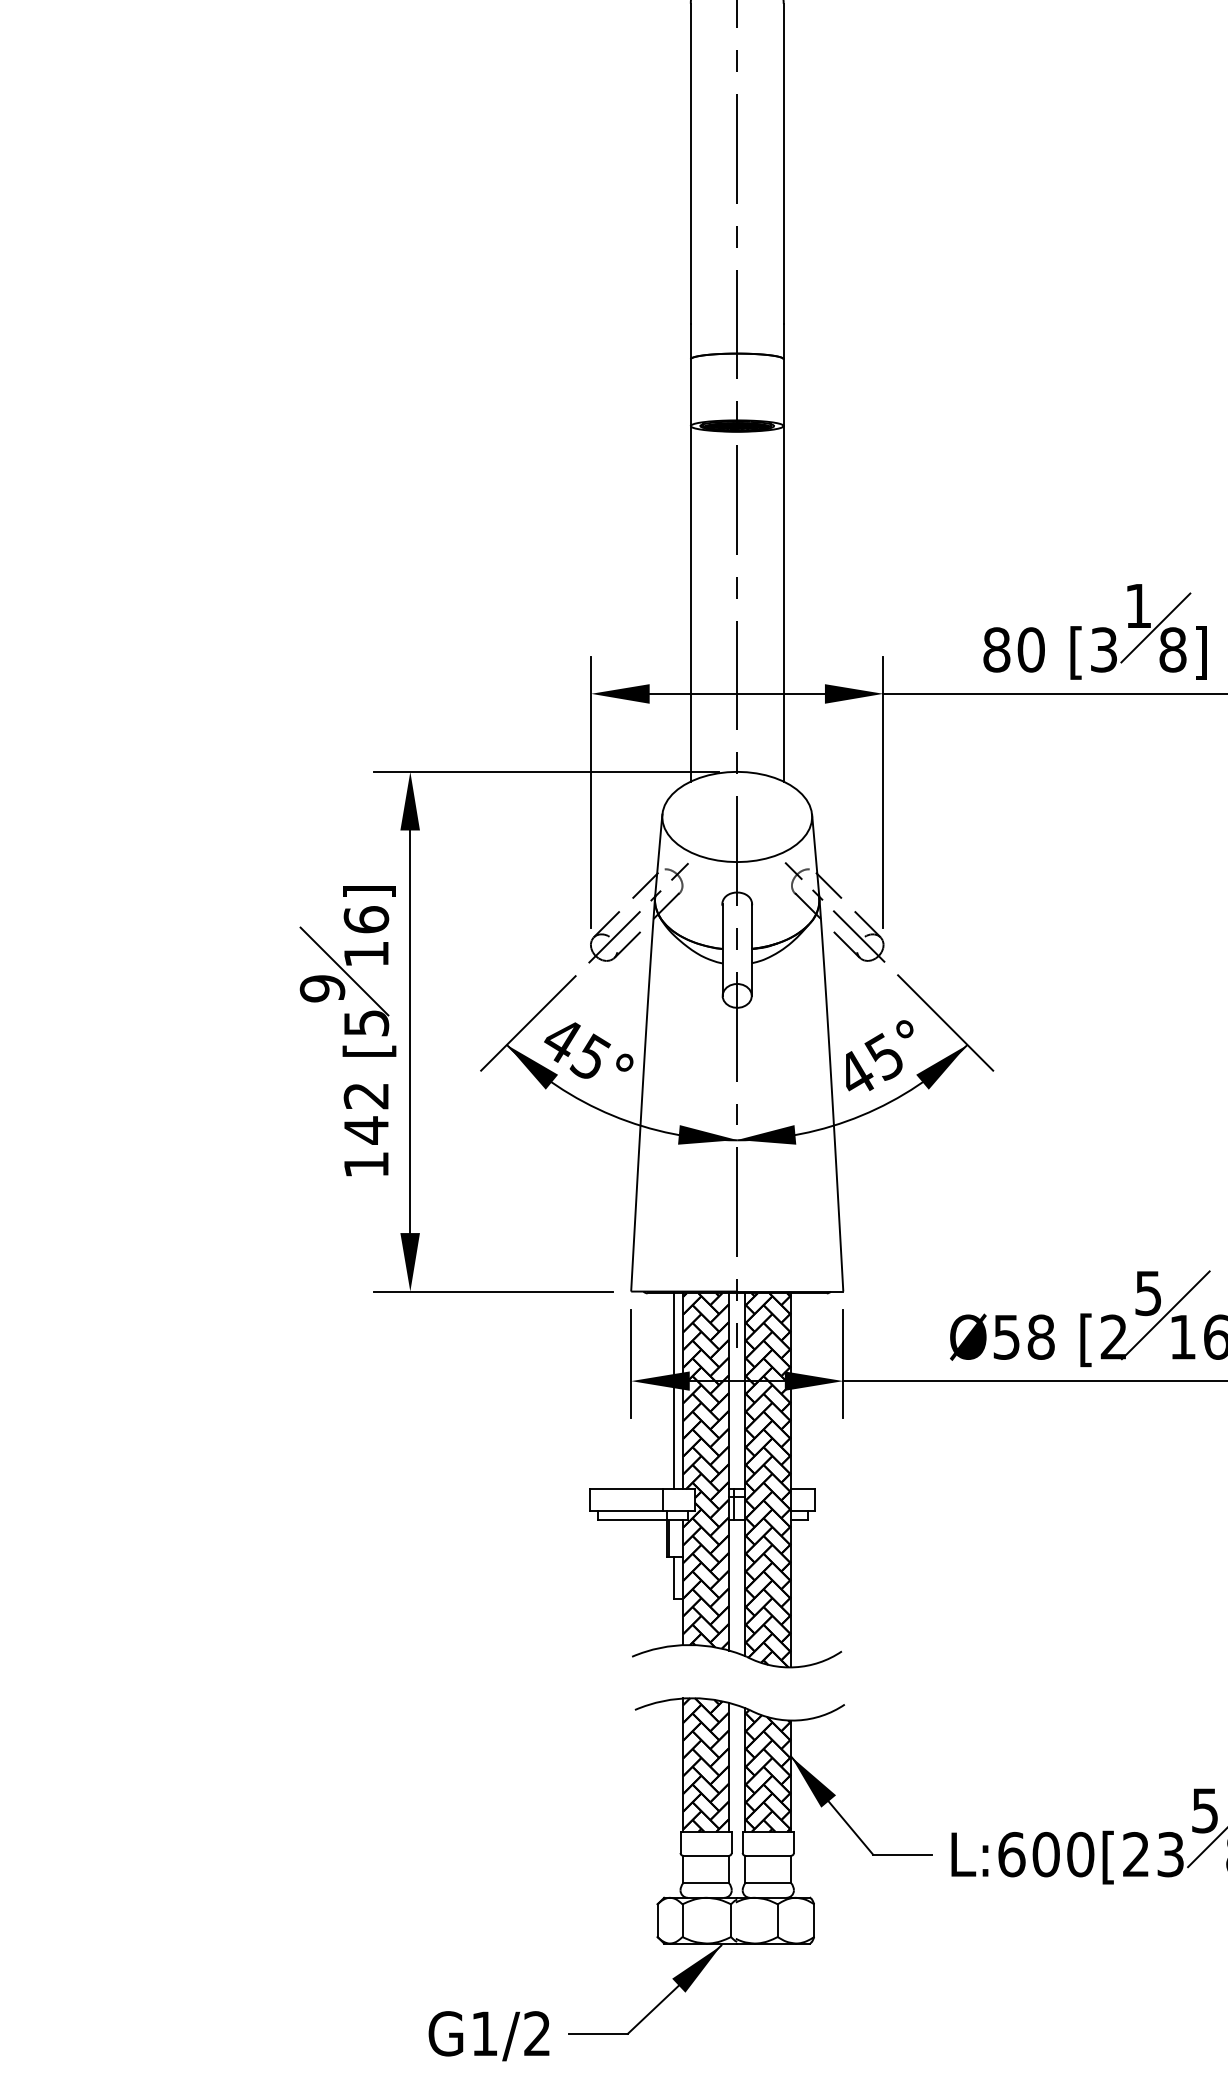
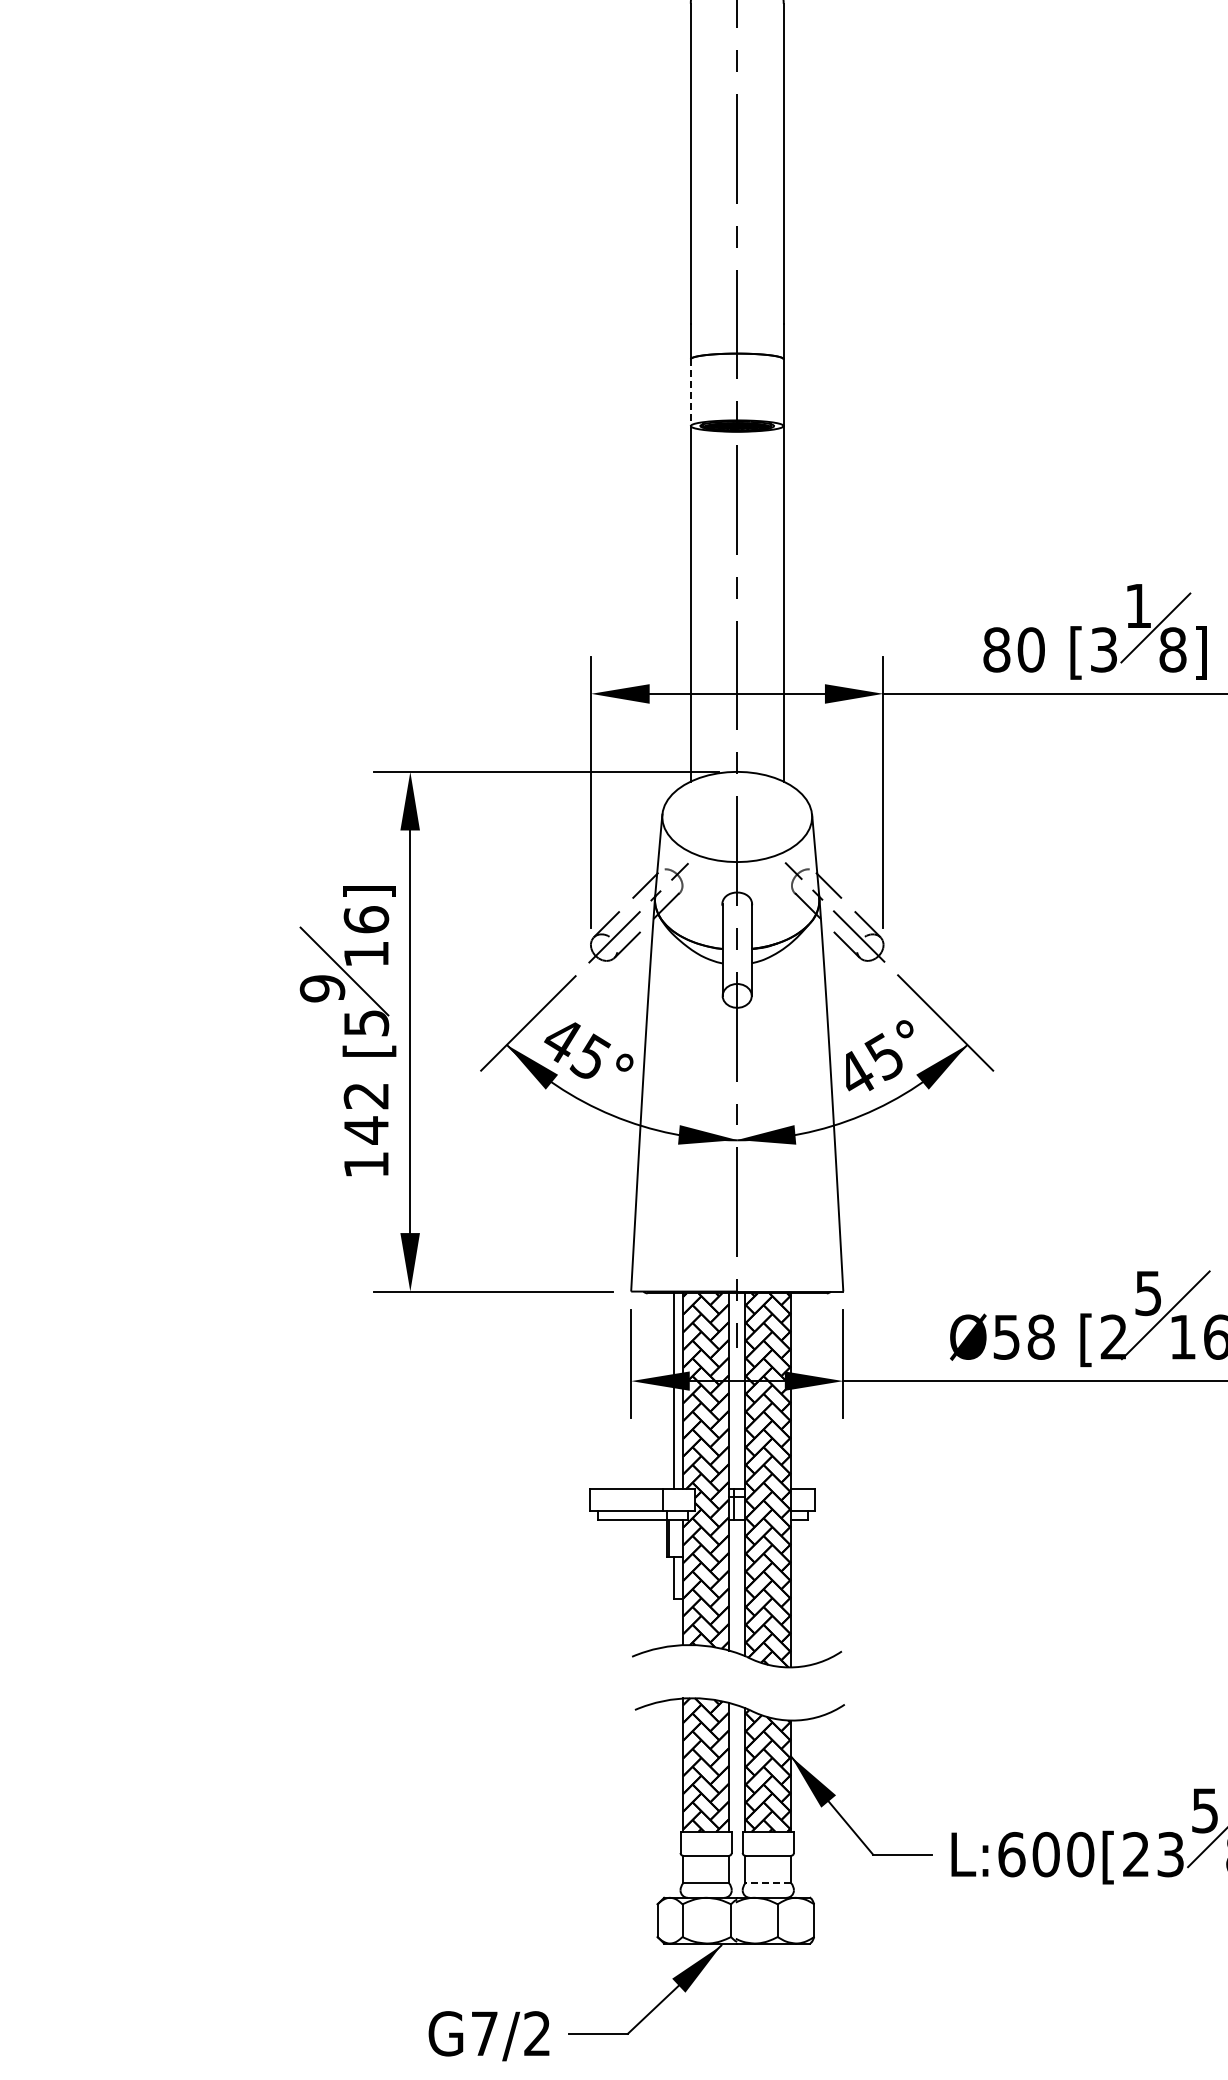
line at (690, 393): solid -> dashed
line at (768, 1883): solid -> dashed
text at (484, 2033): G1/2 -> G7/2
